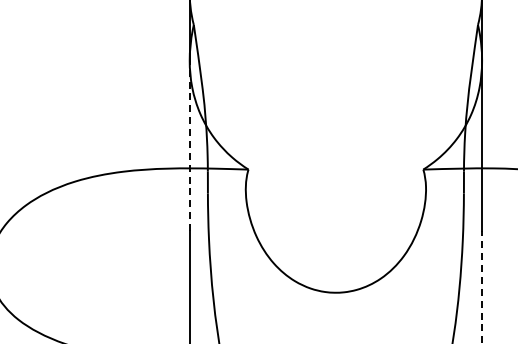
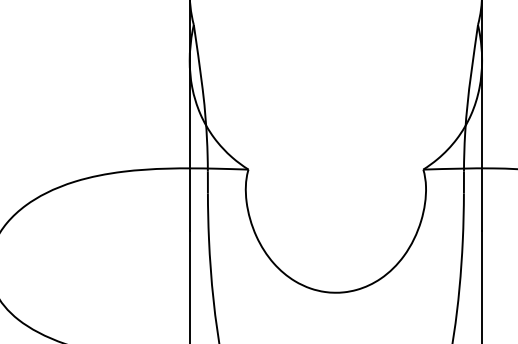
line at (189, 145): dashed -> solid
line at (482, 286): dashed -> solid
